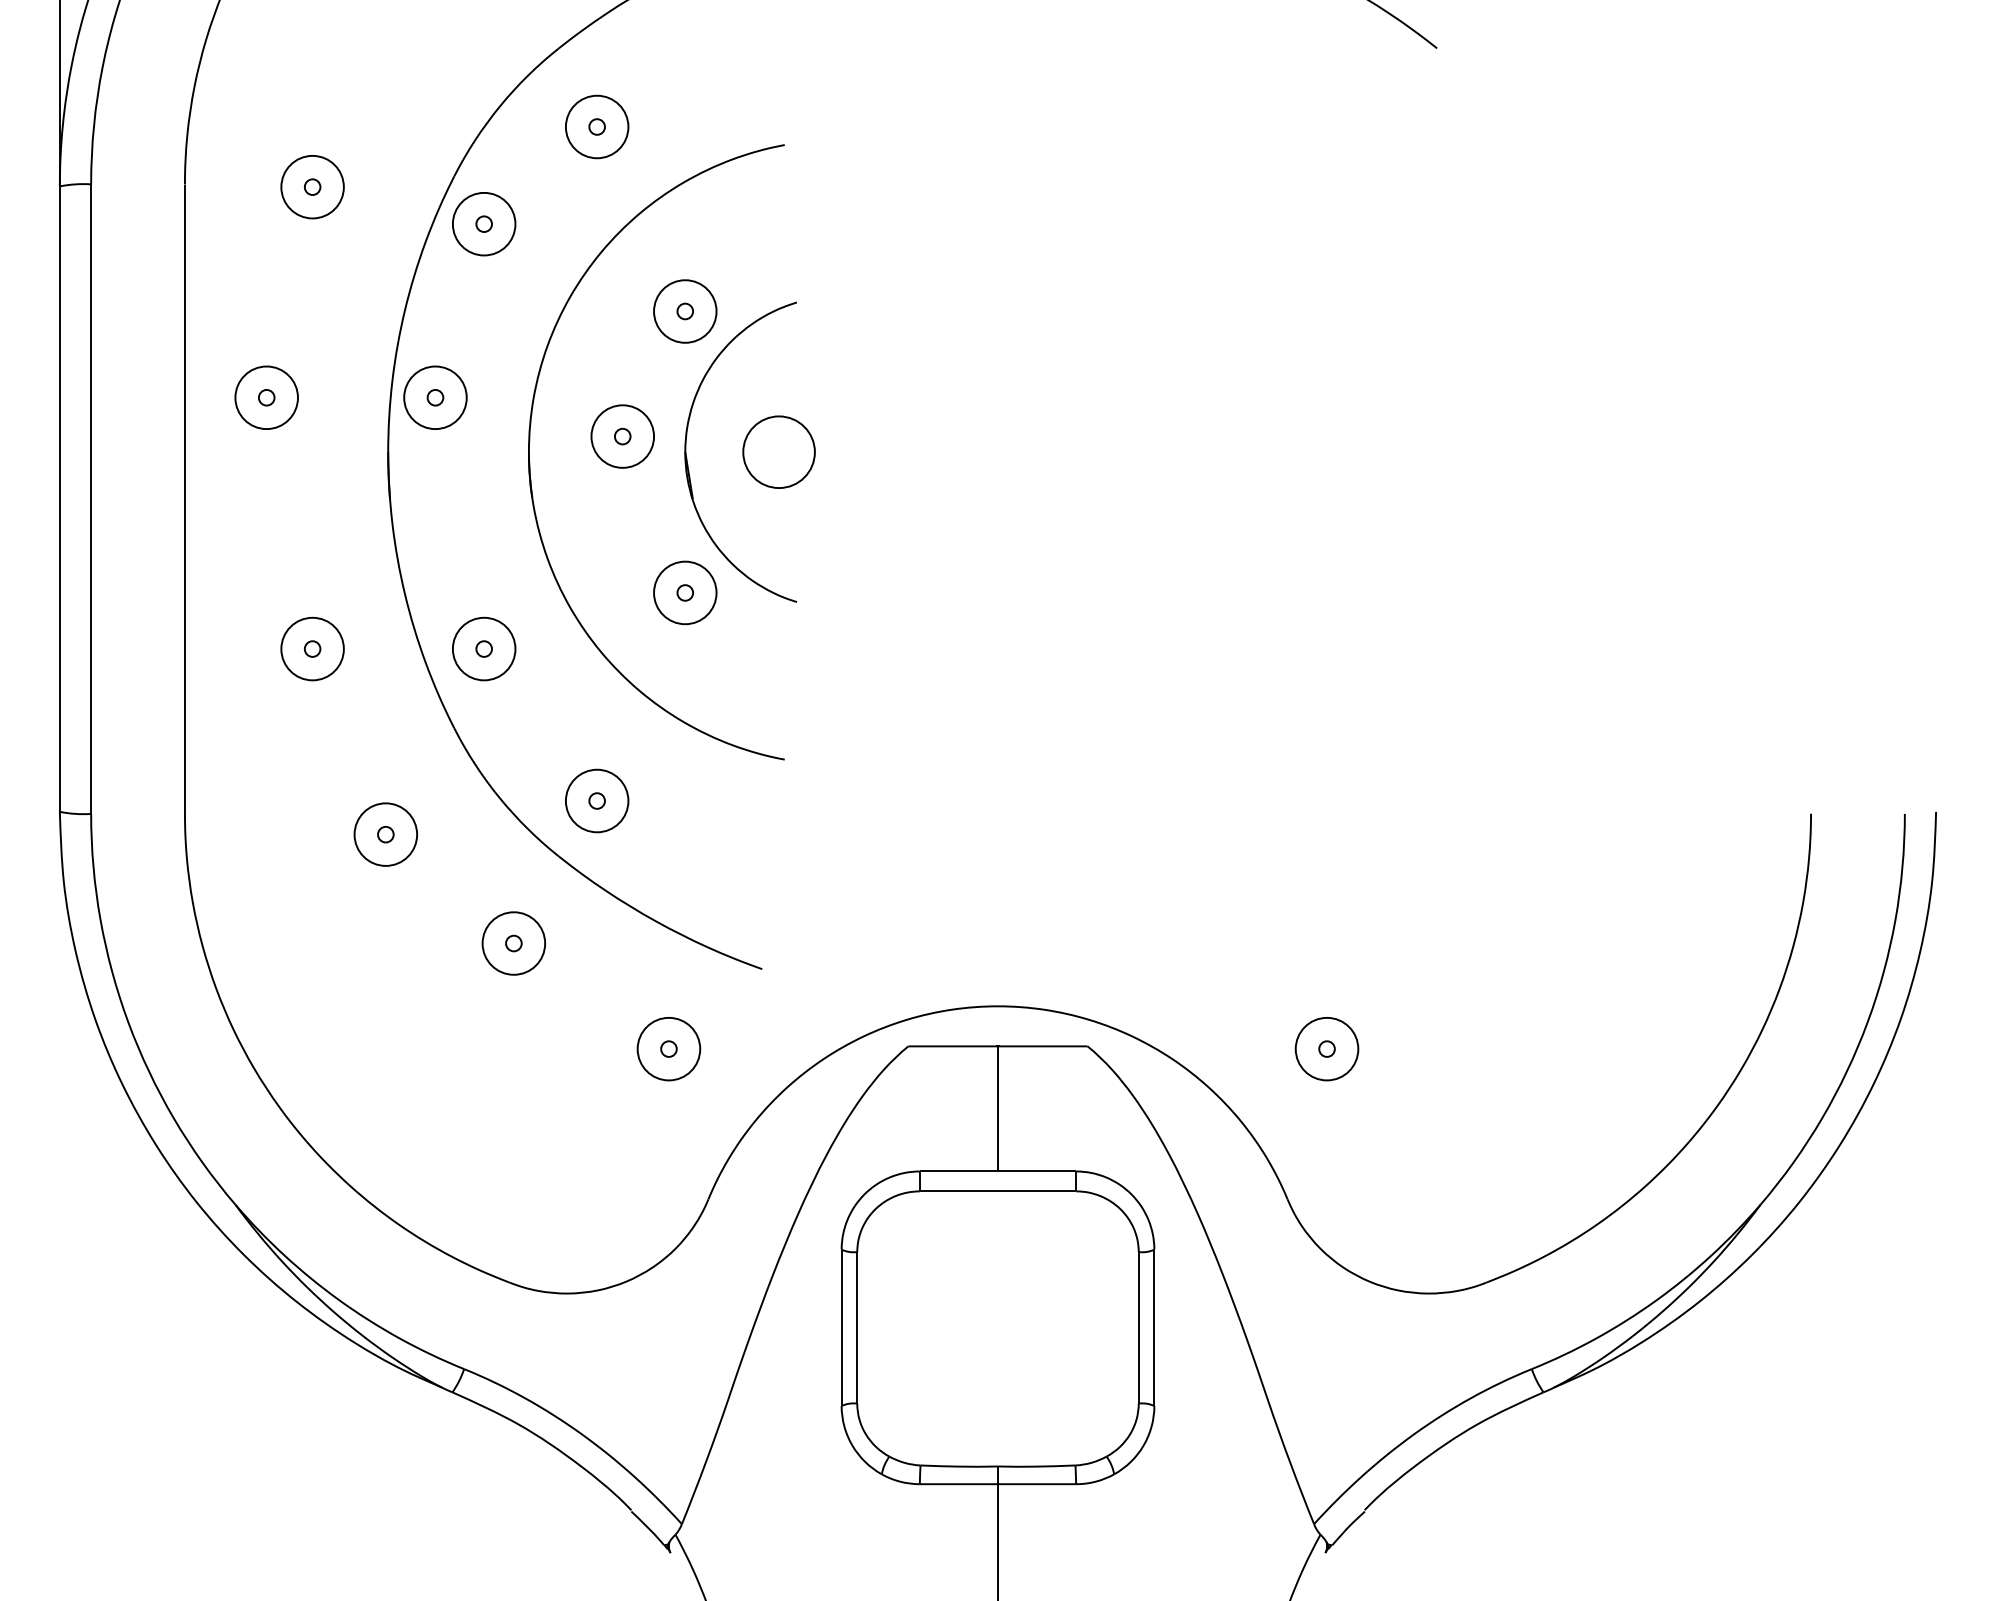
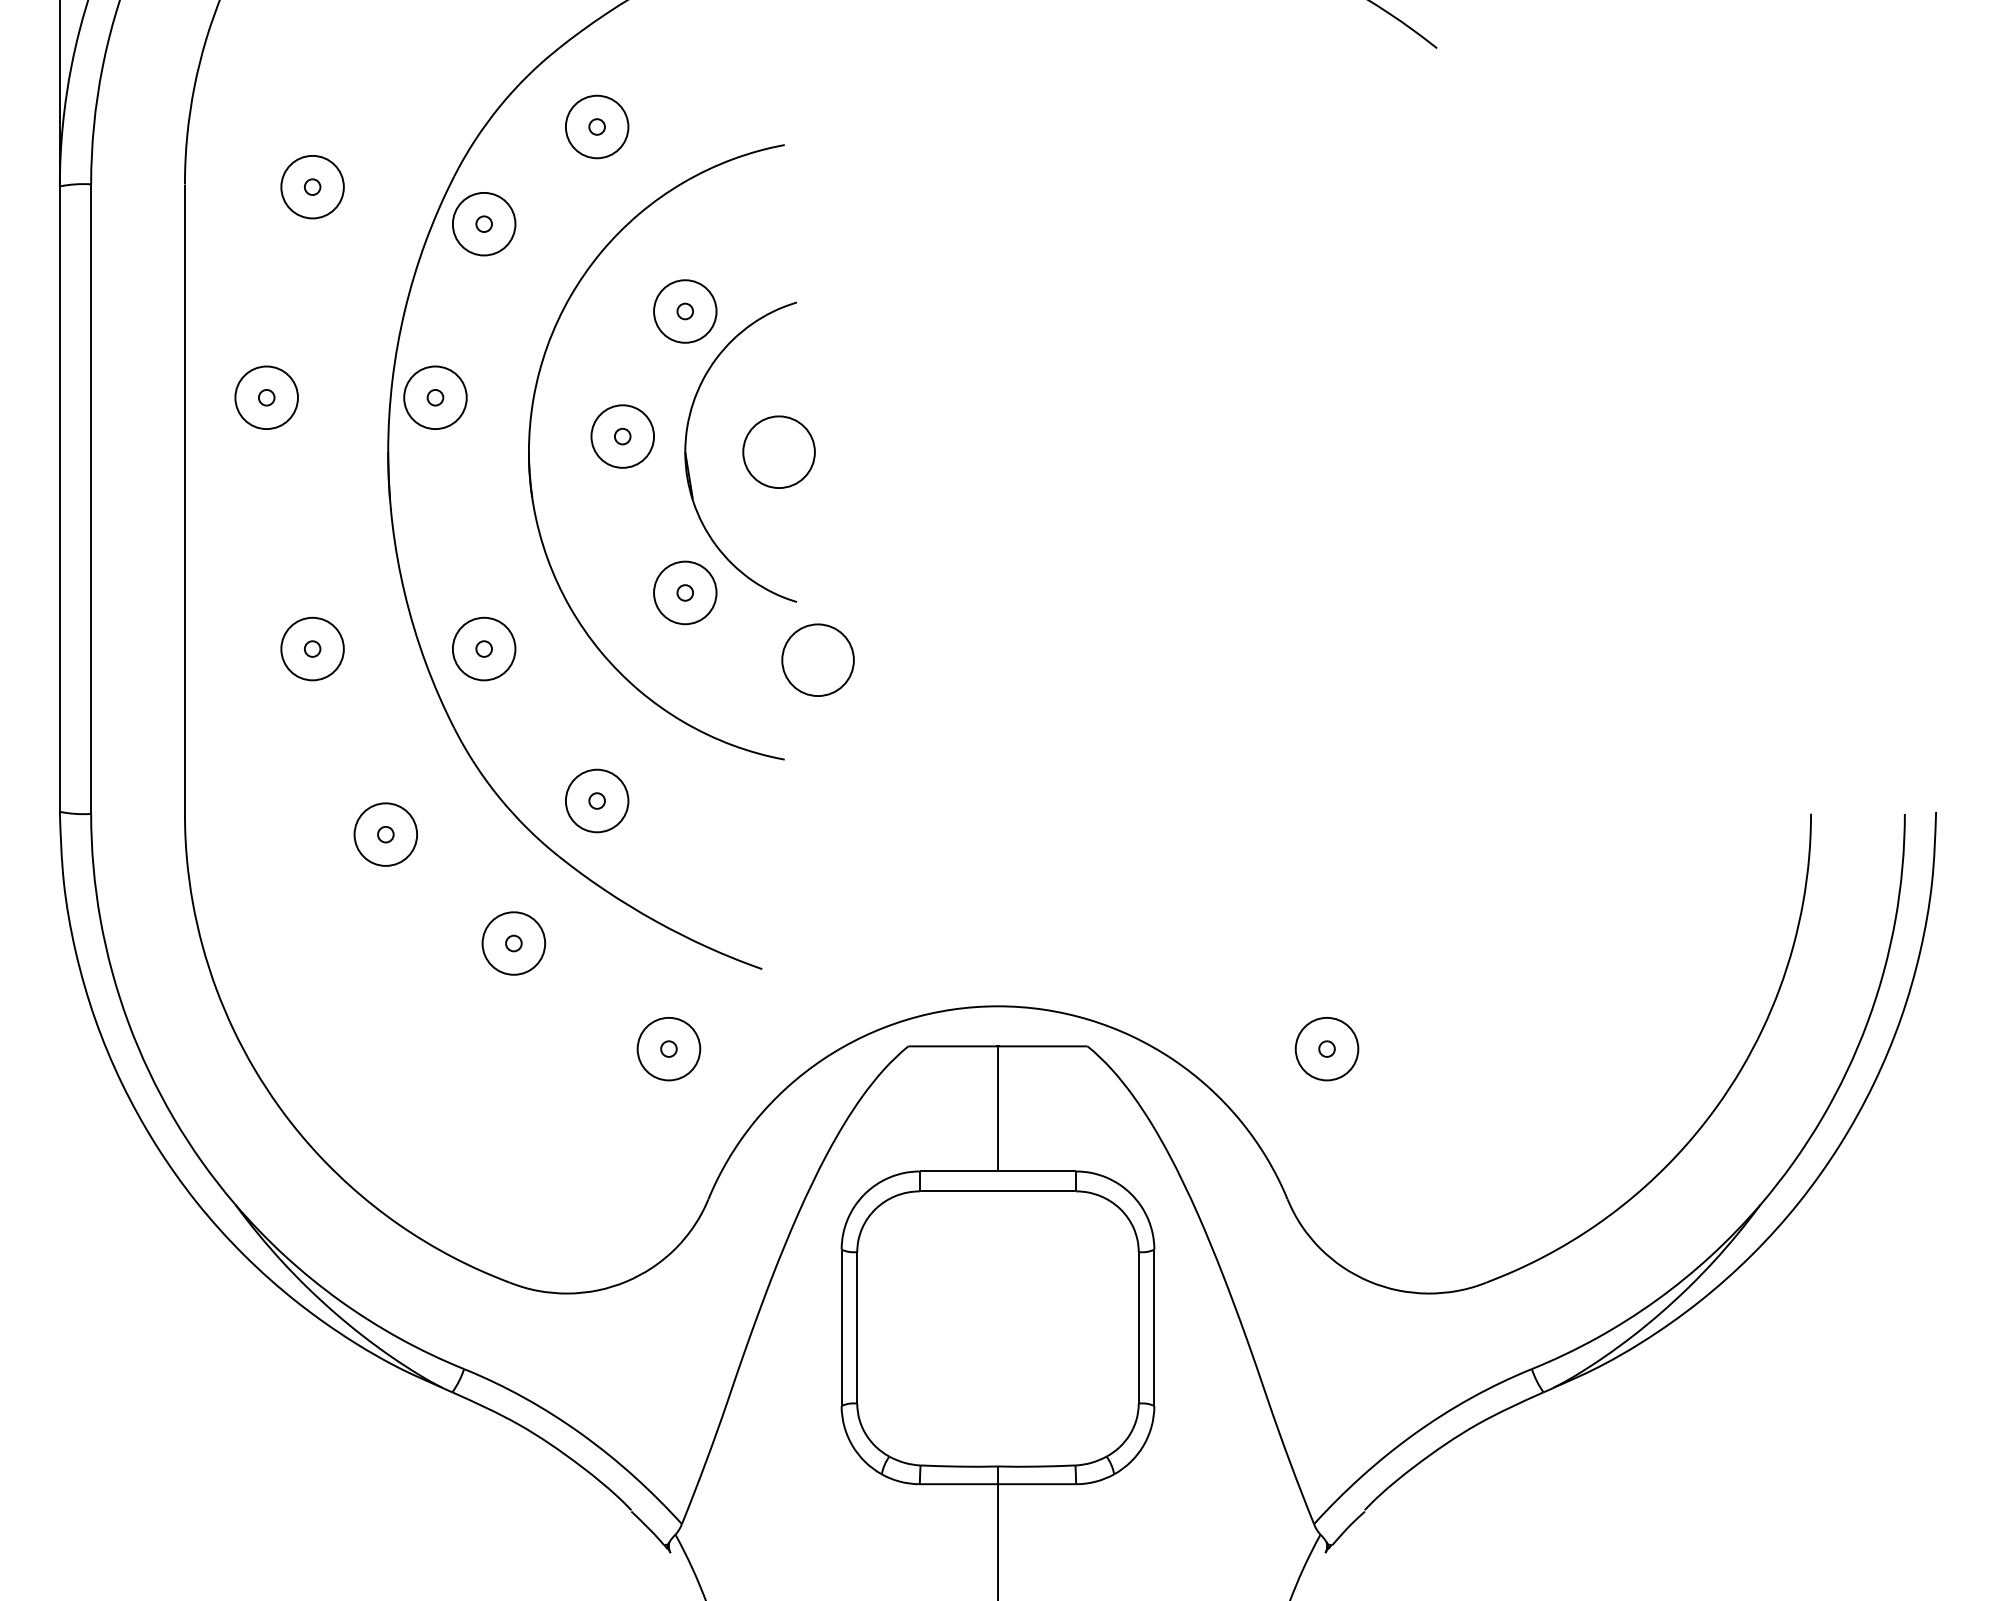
part at (817, 659): none -> present
